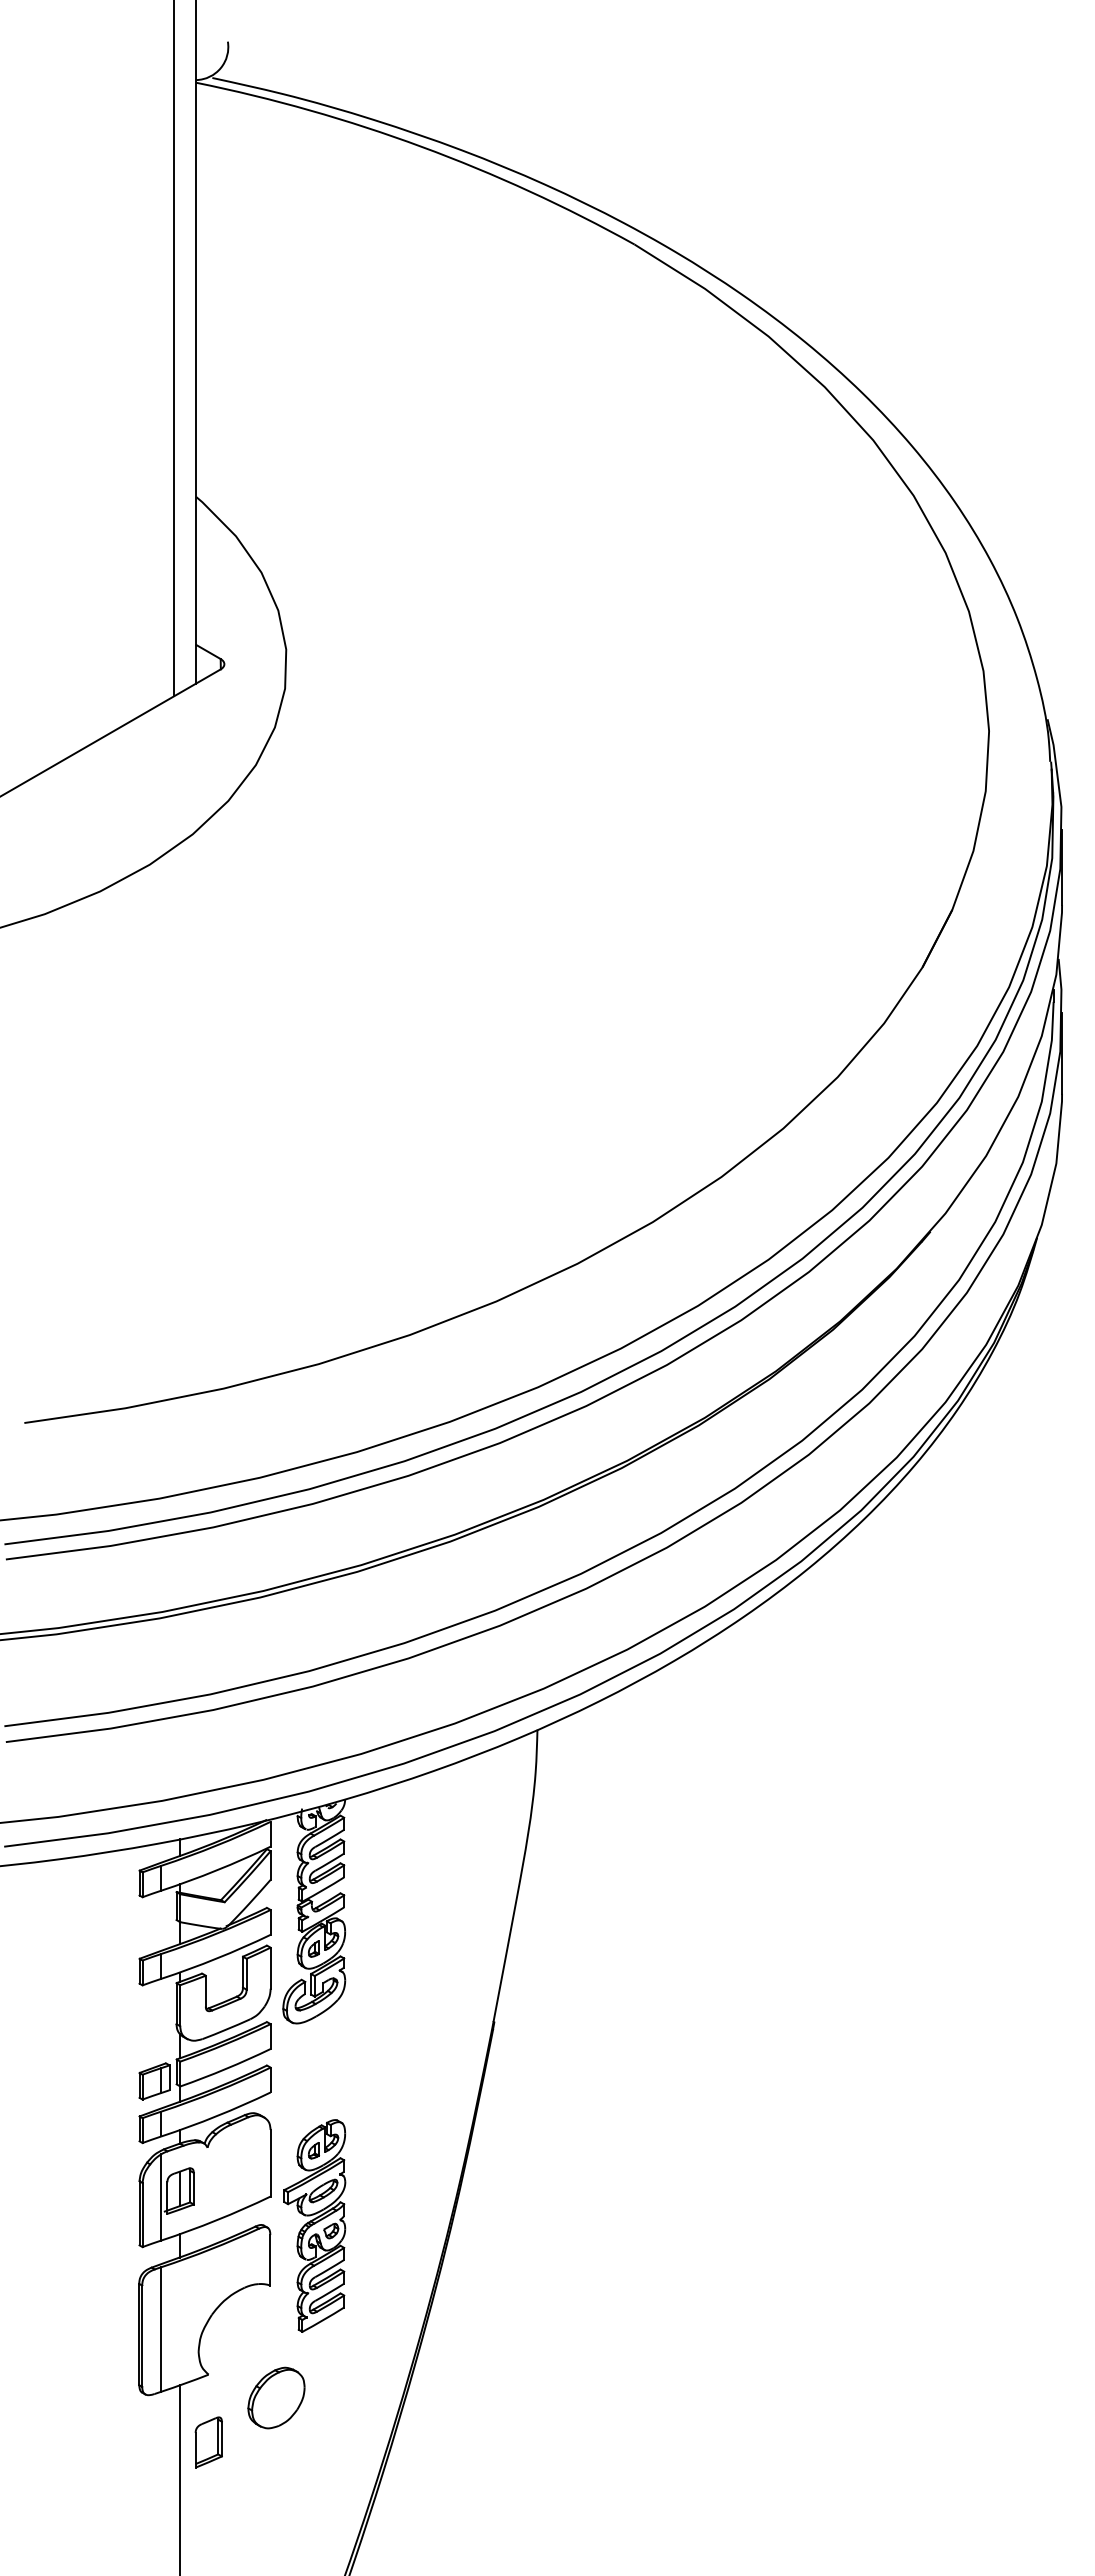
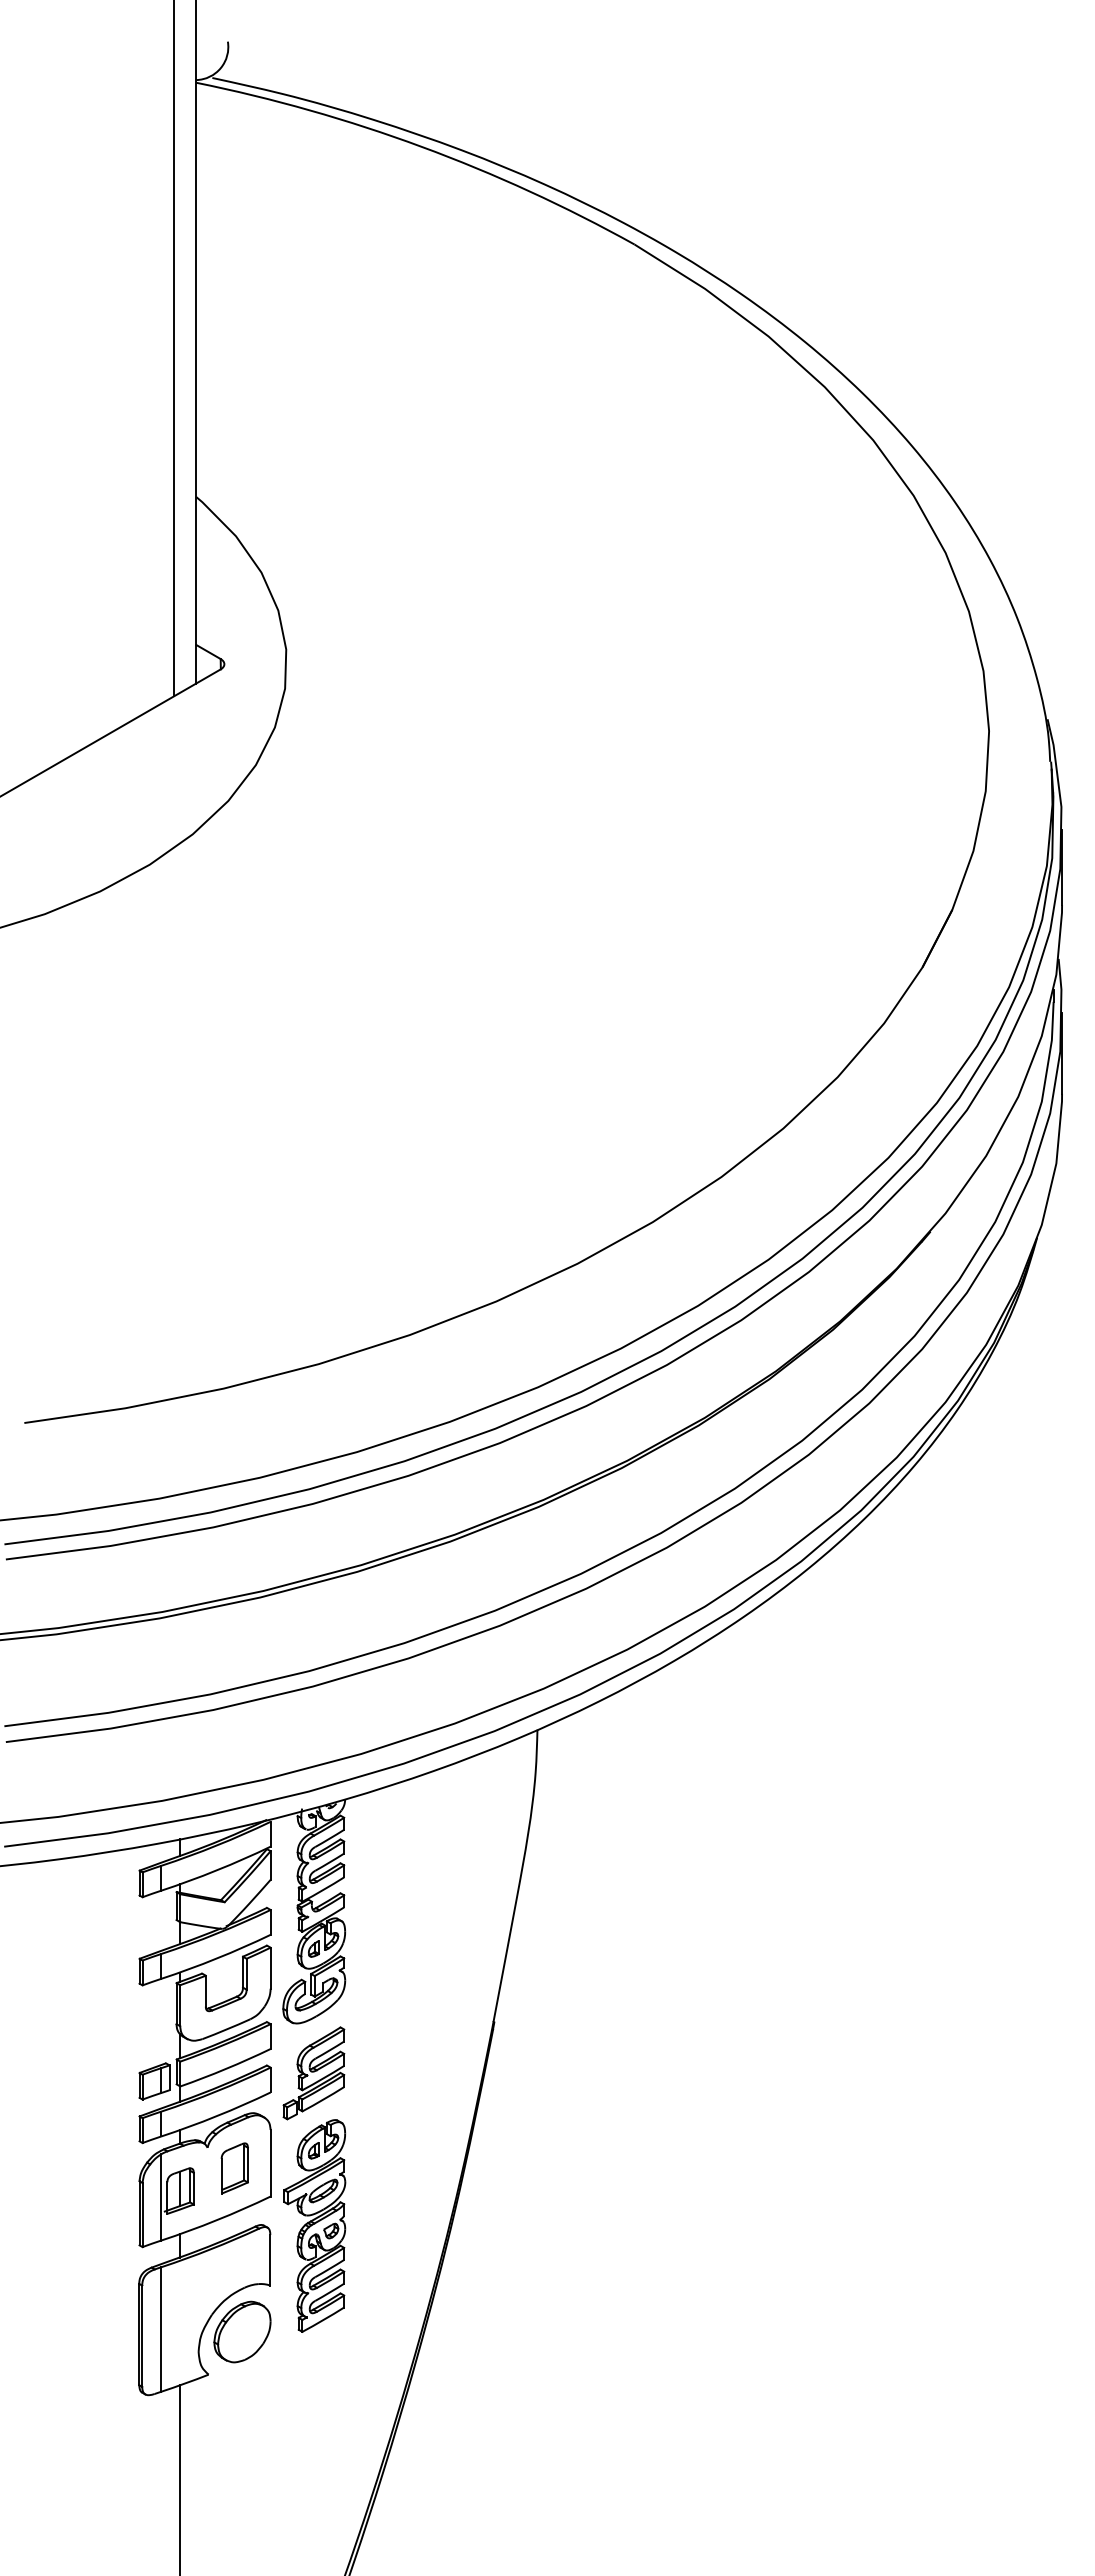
part at (313, 2073): none -> present
part at (276, 2397) position: (276, 2397) -> (242, 2331)
part at (208, 2442) position: (208, 2442) -> (234, 2168)
